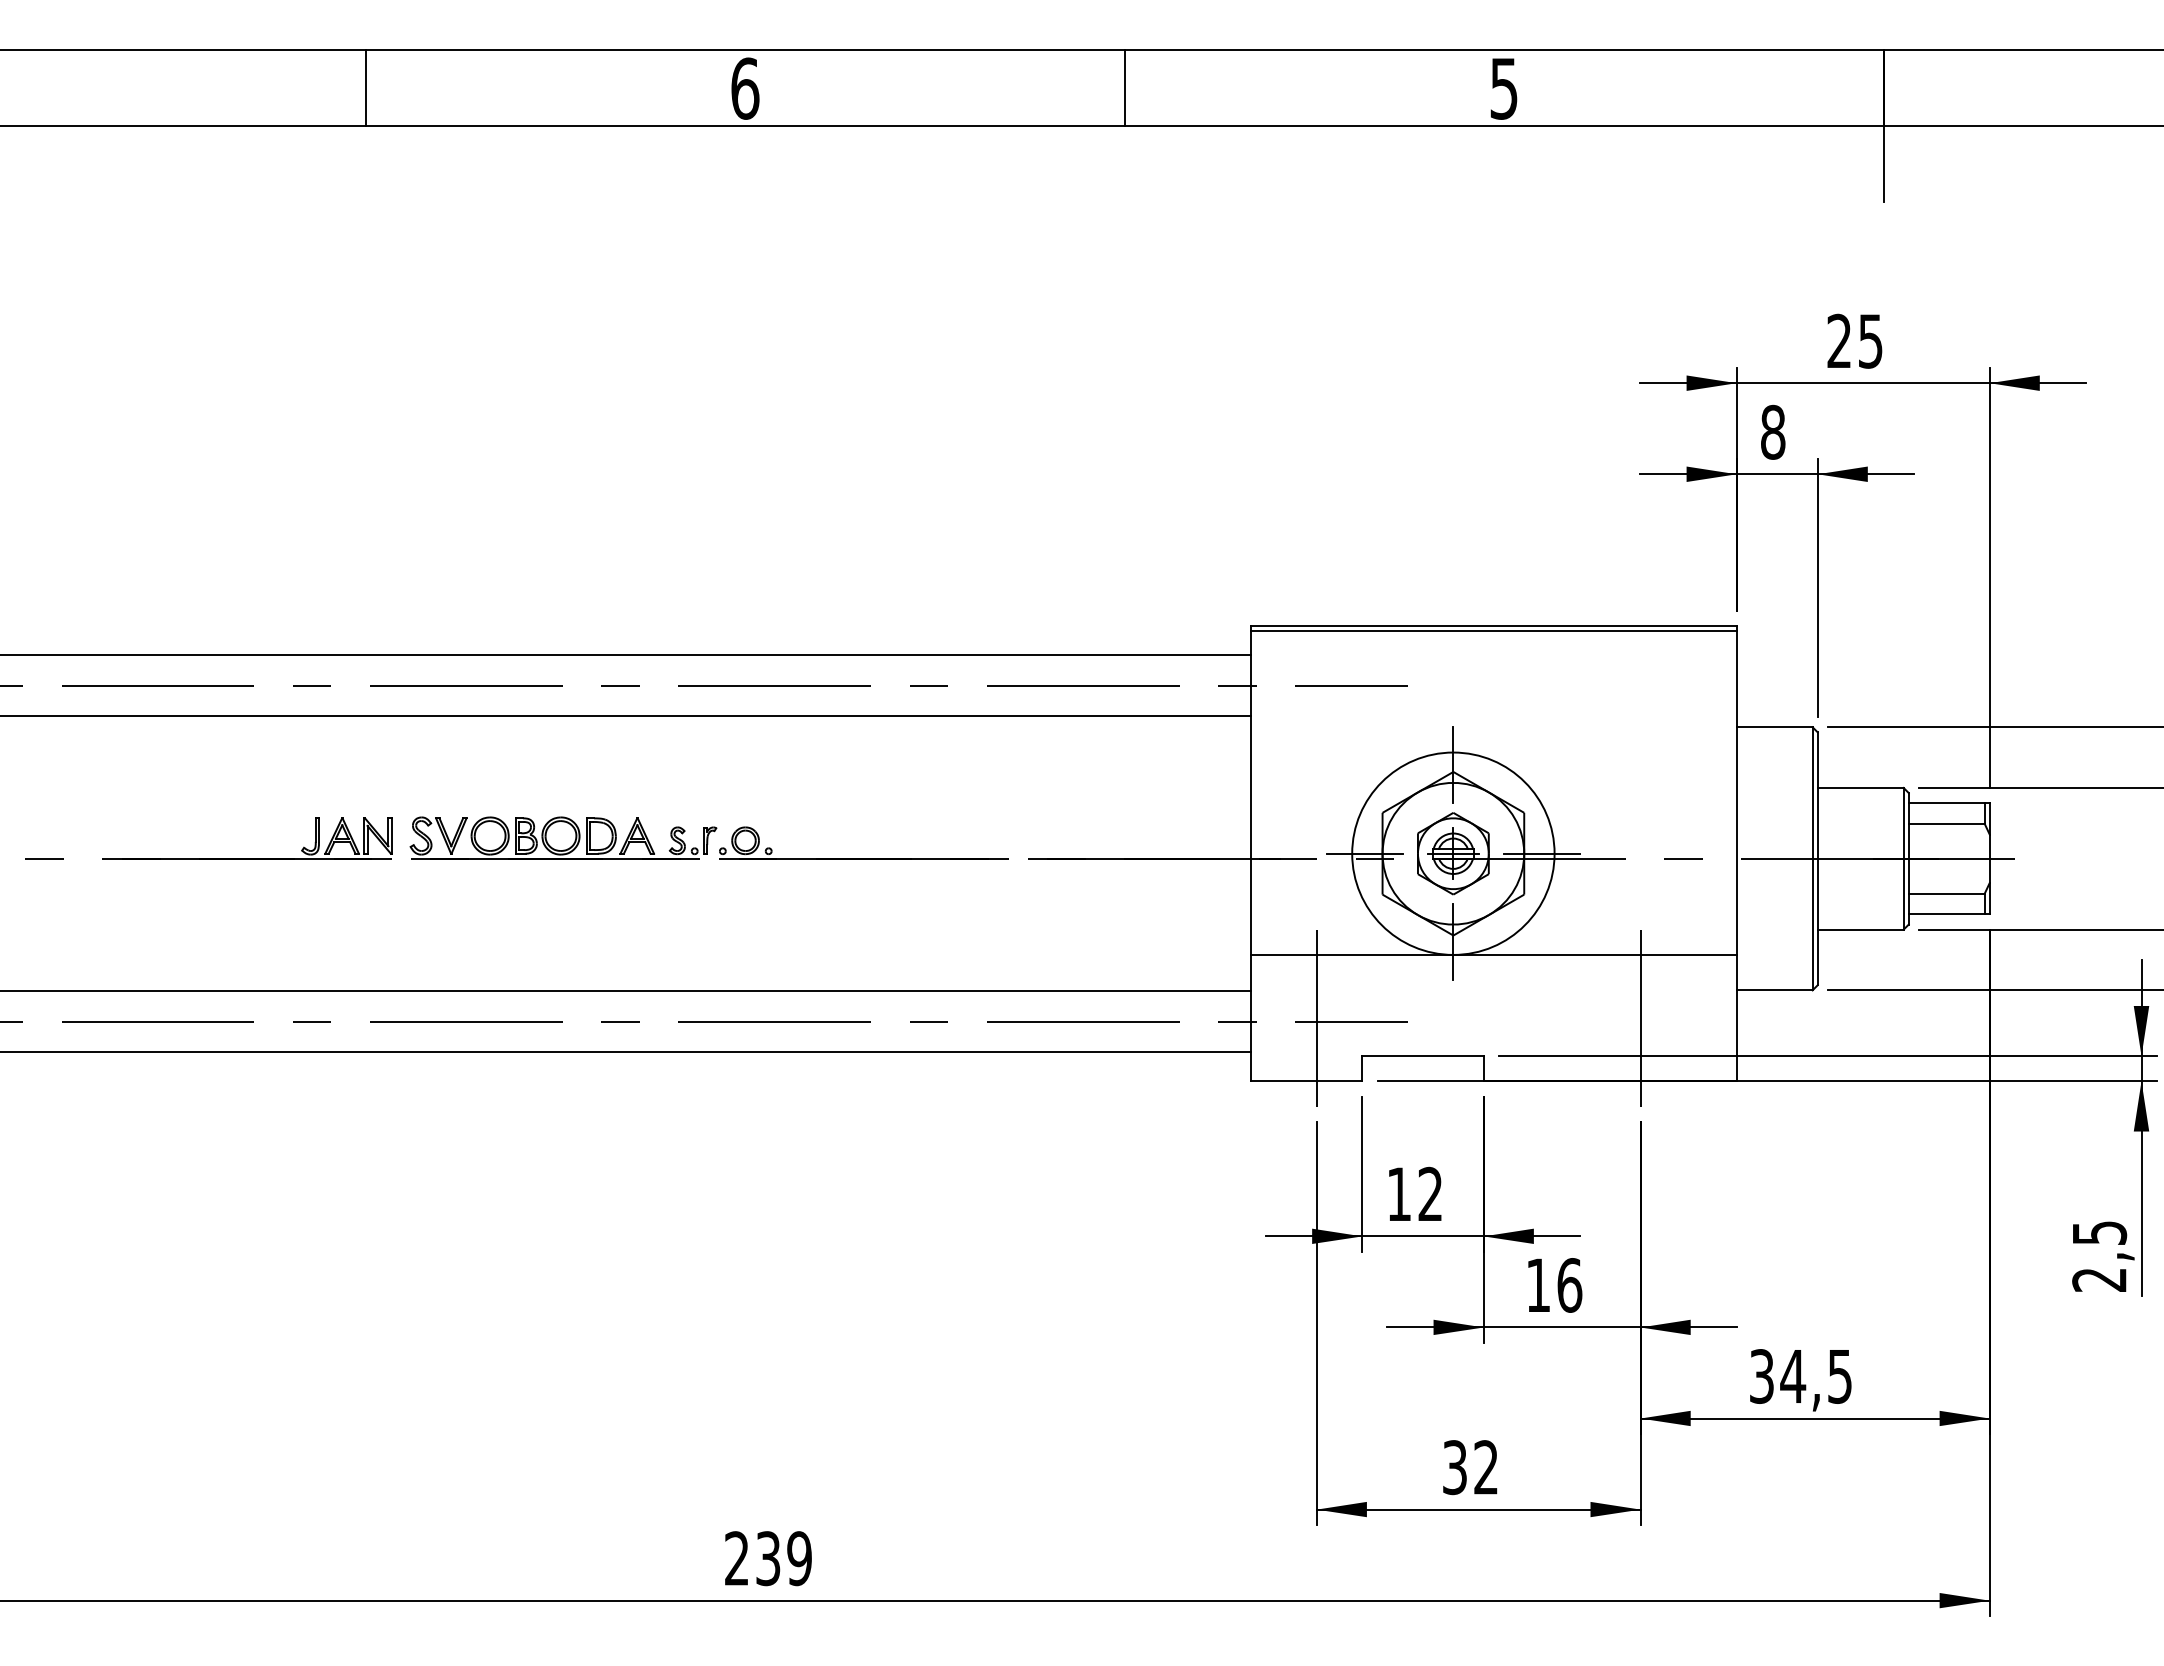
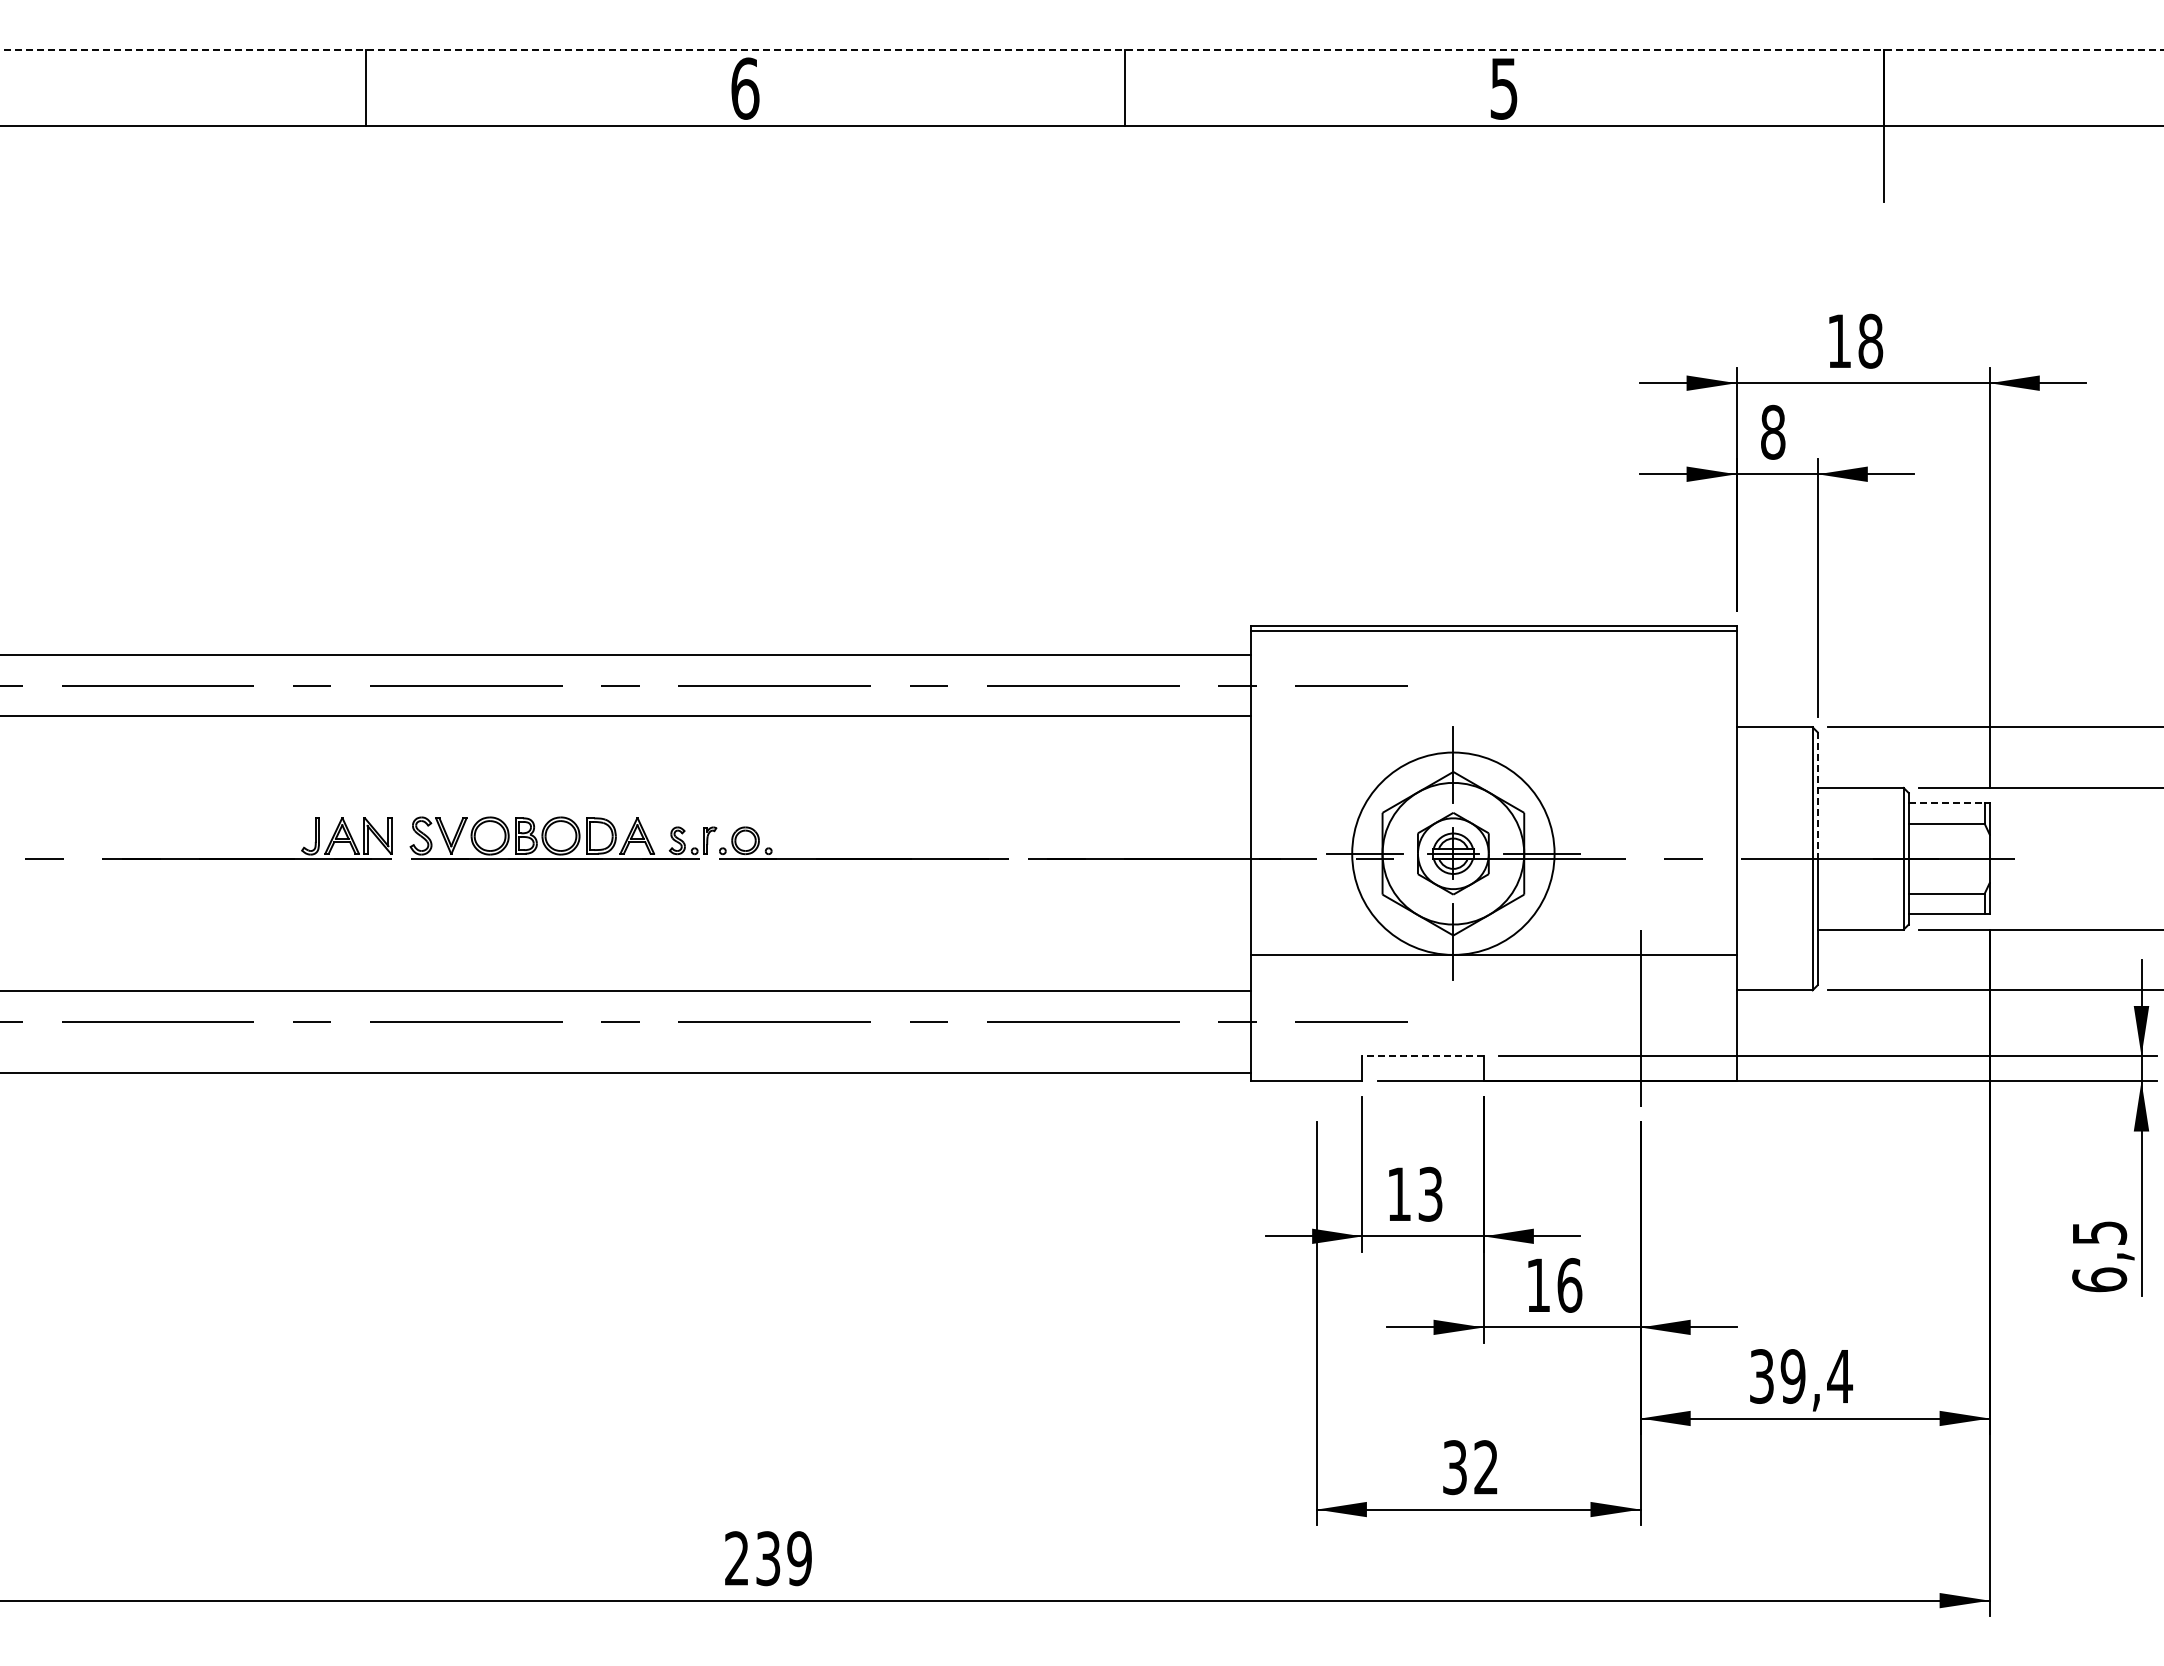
line at (1082, 50): solid -> dashed
text at (1855, 340): 25 -> 18
line at (1817, 796): solid -> dashed
line at (1946, 803): solid -> dashed
line at (1316, 1017): present -> none
line at (626, 1052) position: (626, 1052) -> (626, 1073)
line at (1423, 1056): solid -> dashed
text at (1430, 1194): 12 -> 13
text at (2099, 1279): 2,5 -> 6,5
text at (1816, 1376): 34,5 -> 39,4
